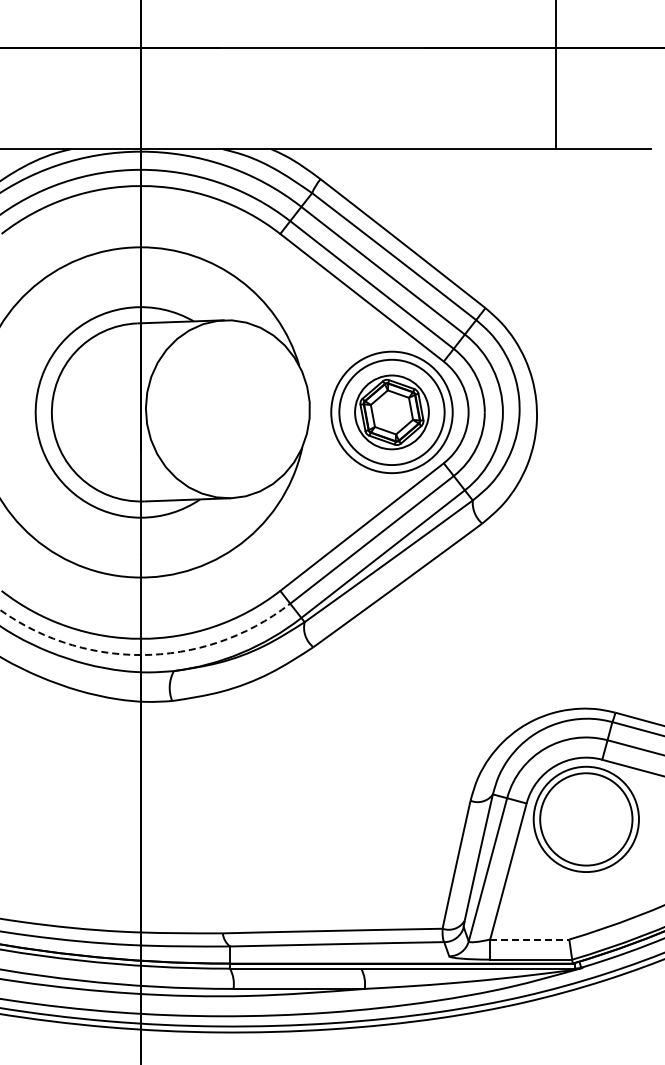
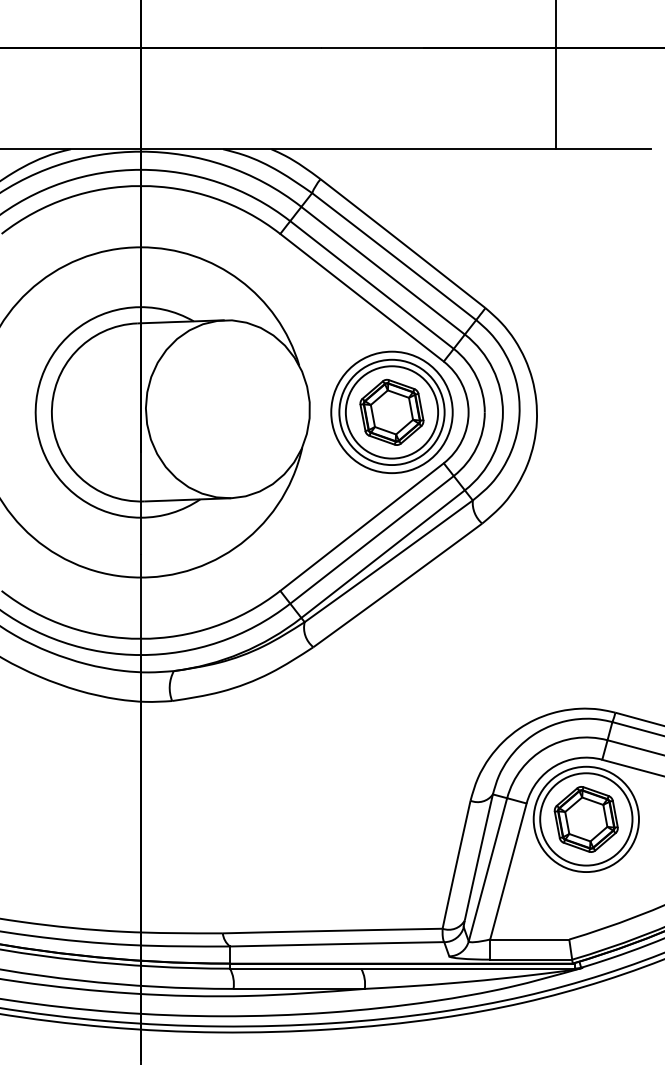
circle at (391, 412) diameter: 74 px -> 92 px
arc at (146, 654): dashed -> solid
part at (585, 819): none -> present
line at (529, 939): dashed -> solid
